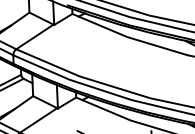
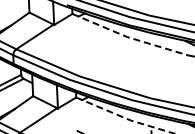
line at (129, 37): solid -> dashed
line at (125, 118): solid -> dashed
